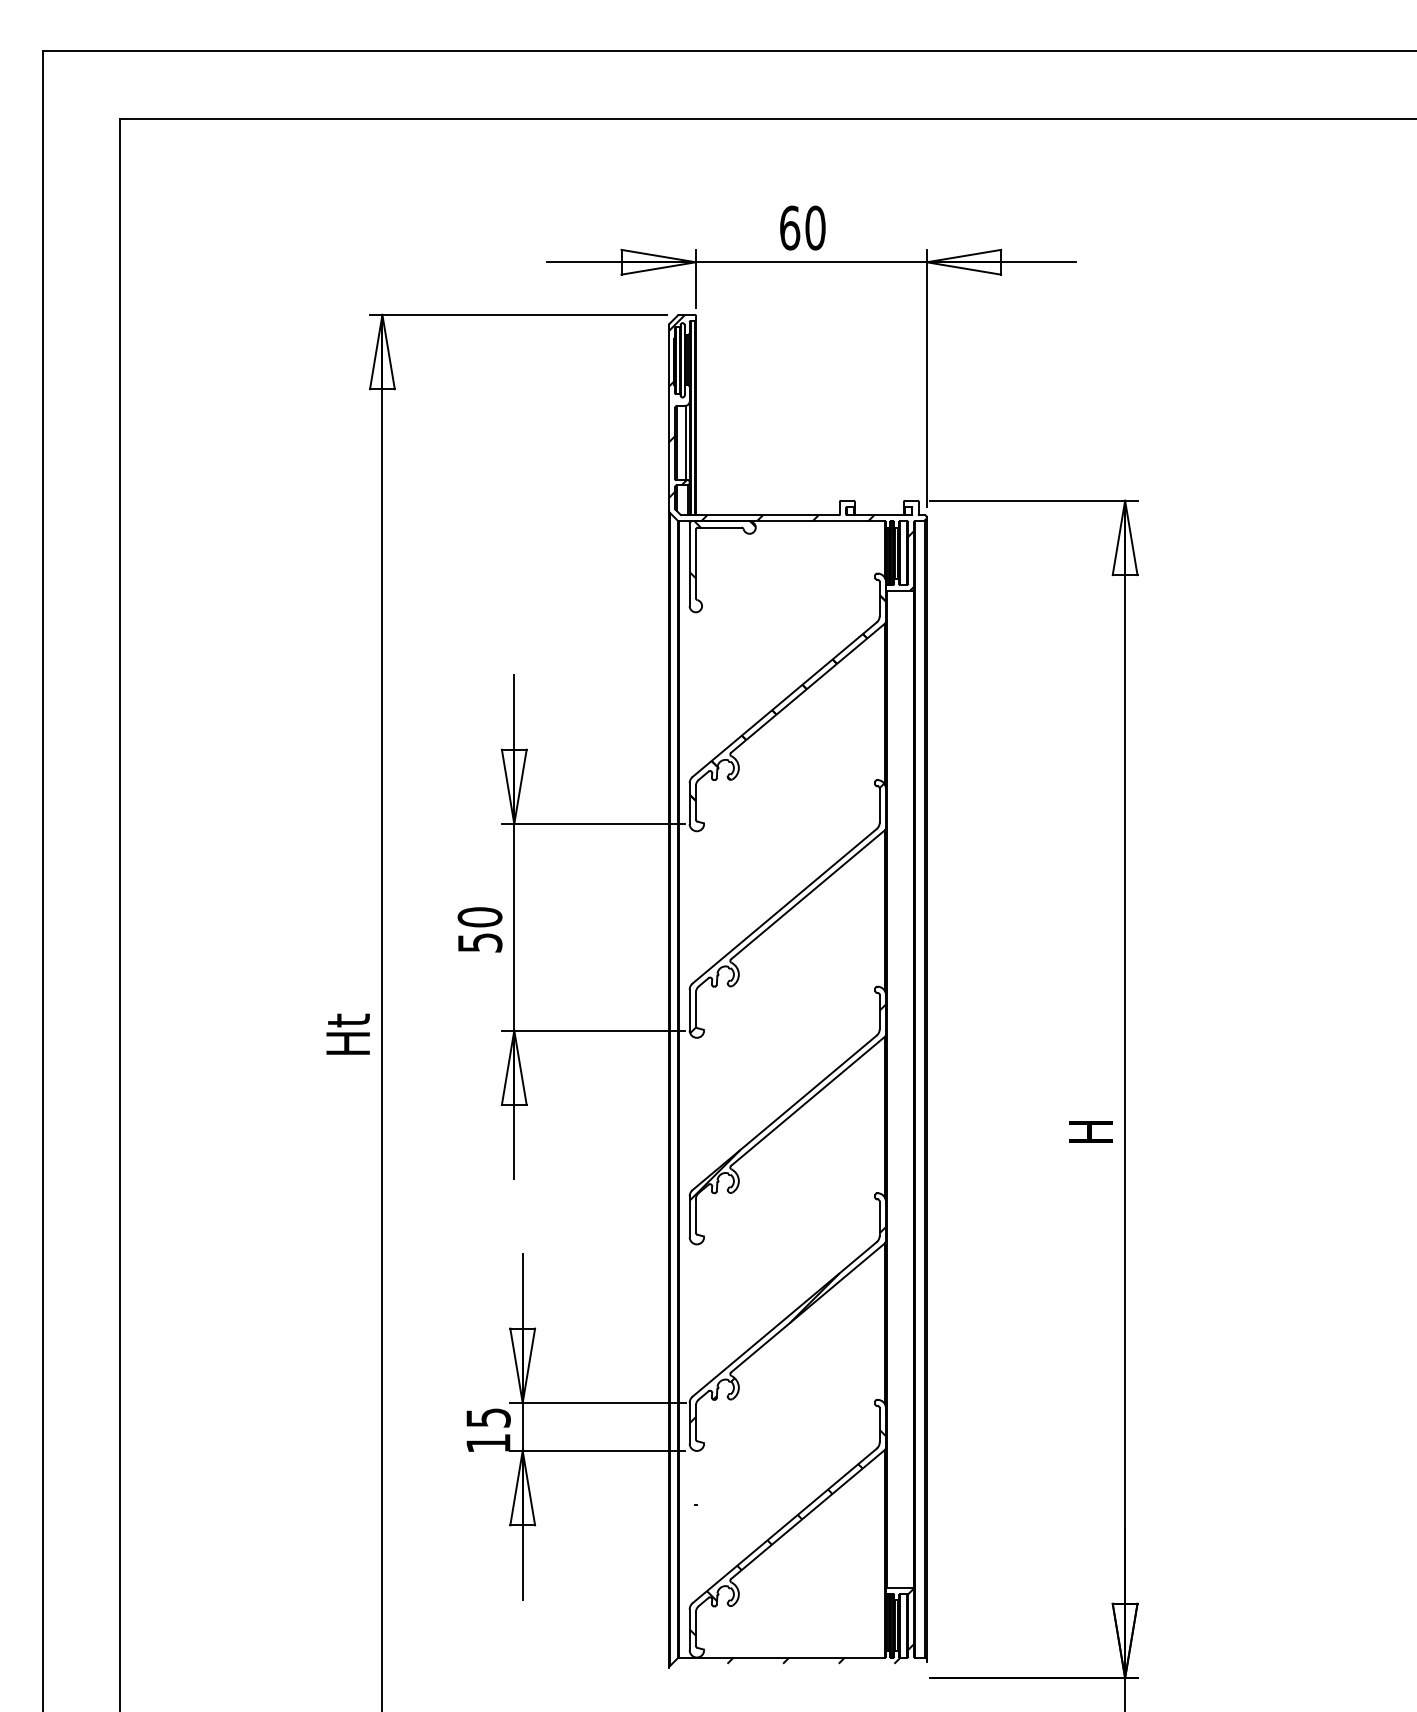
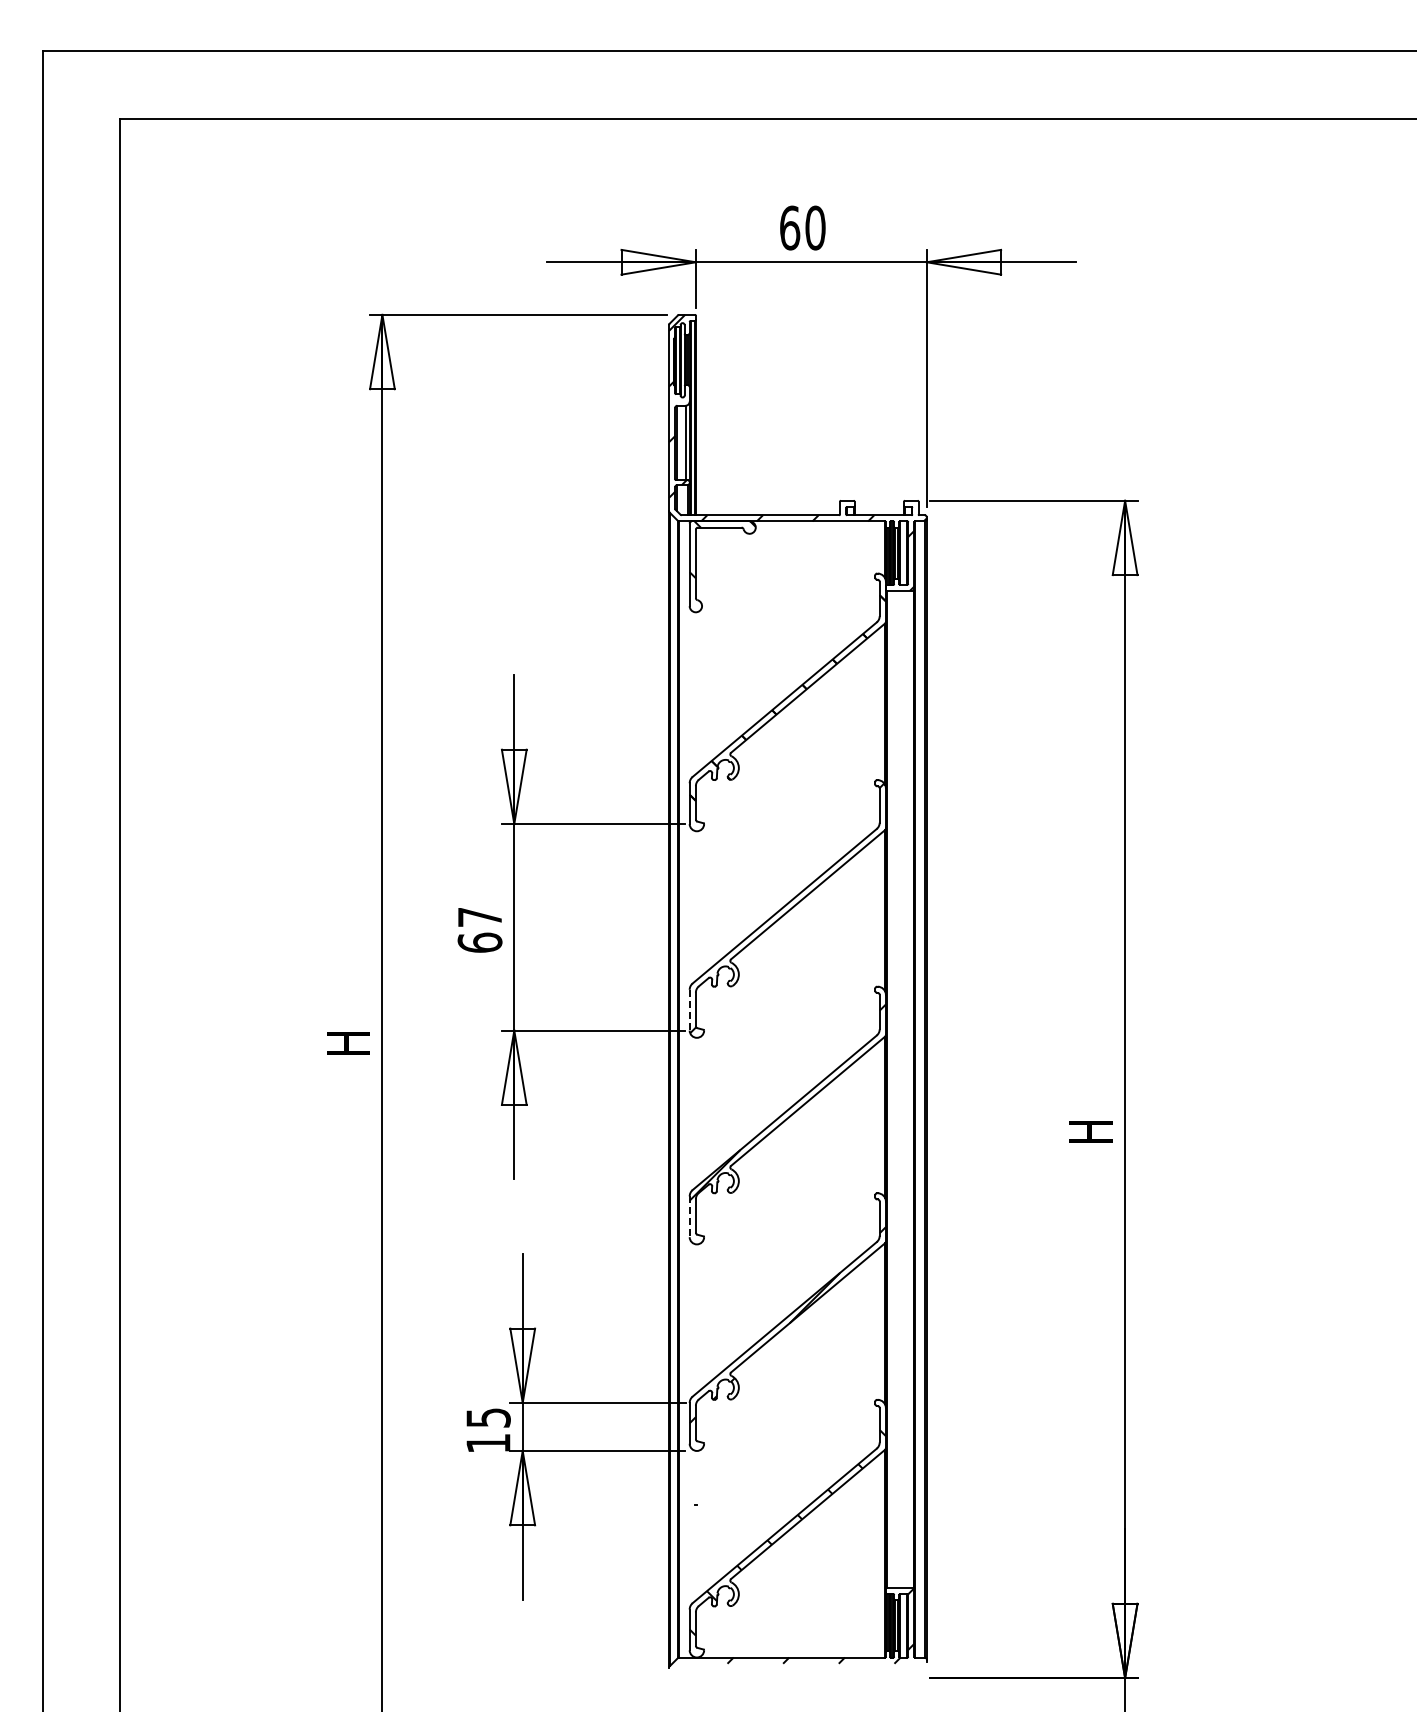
text at (479, 929): 50 -> 67
line at (689, 1010): solid -> dashed
text at (347, 1033): Ht -> H
line at (689, 1217): solid -> dashed
